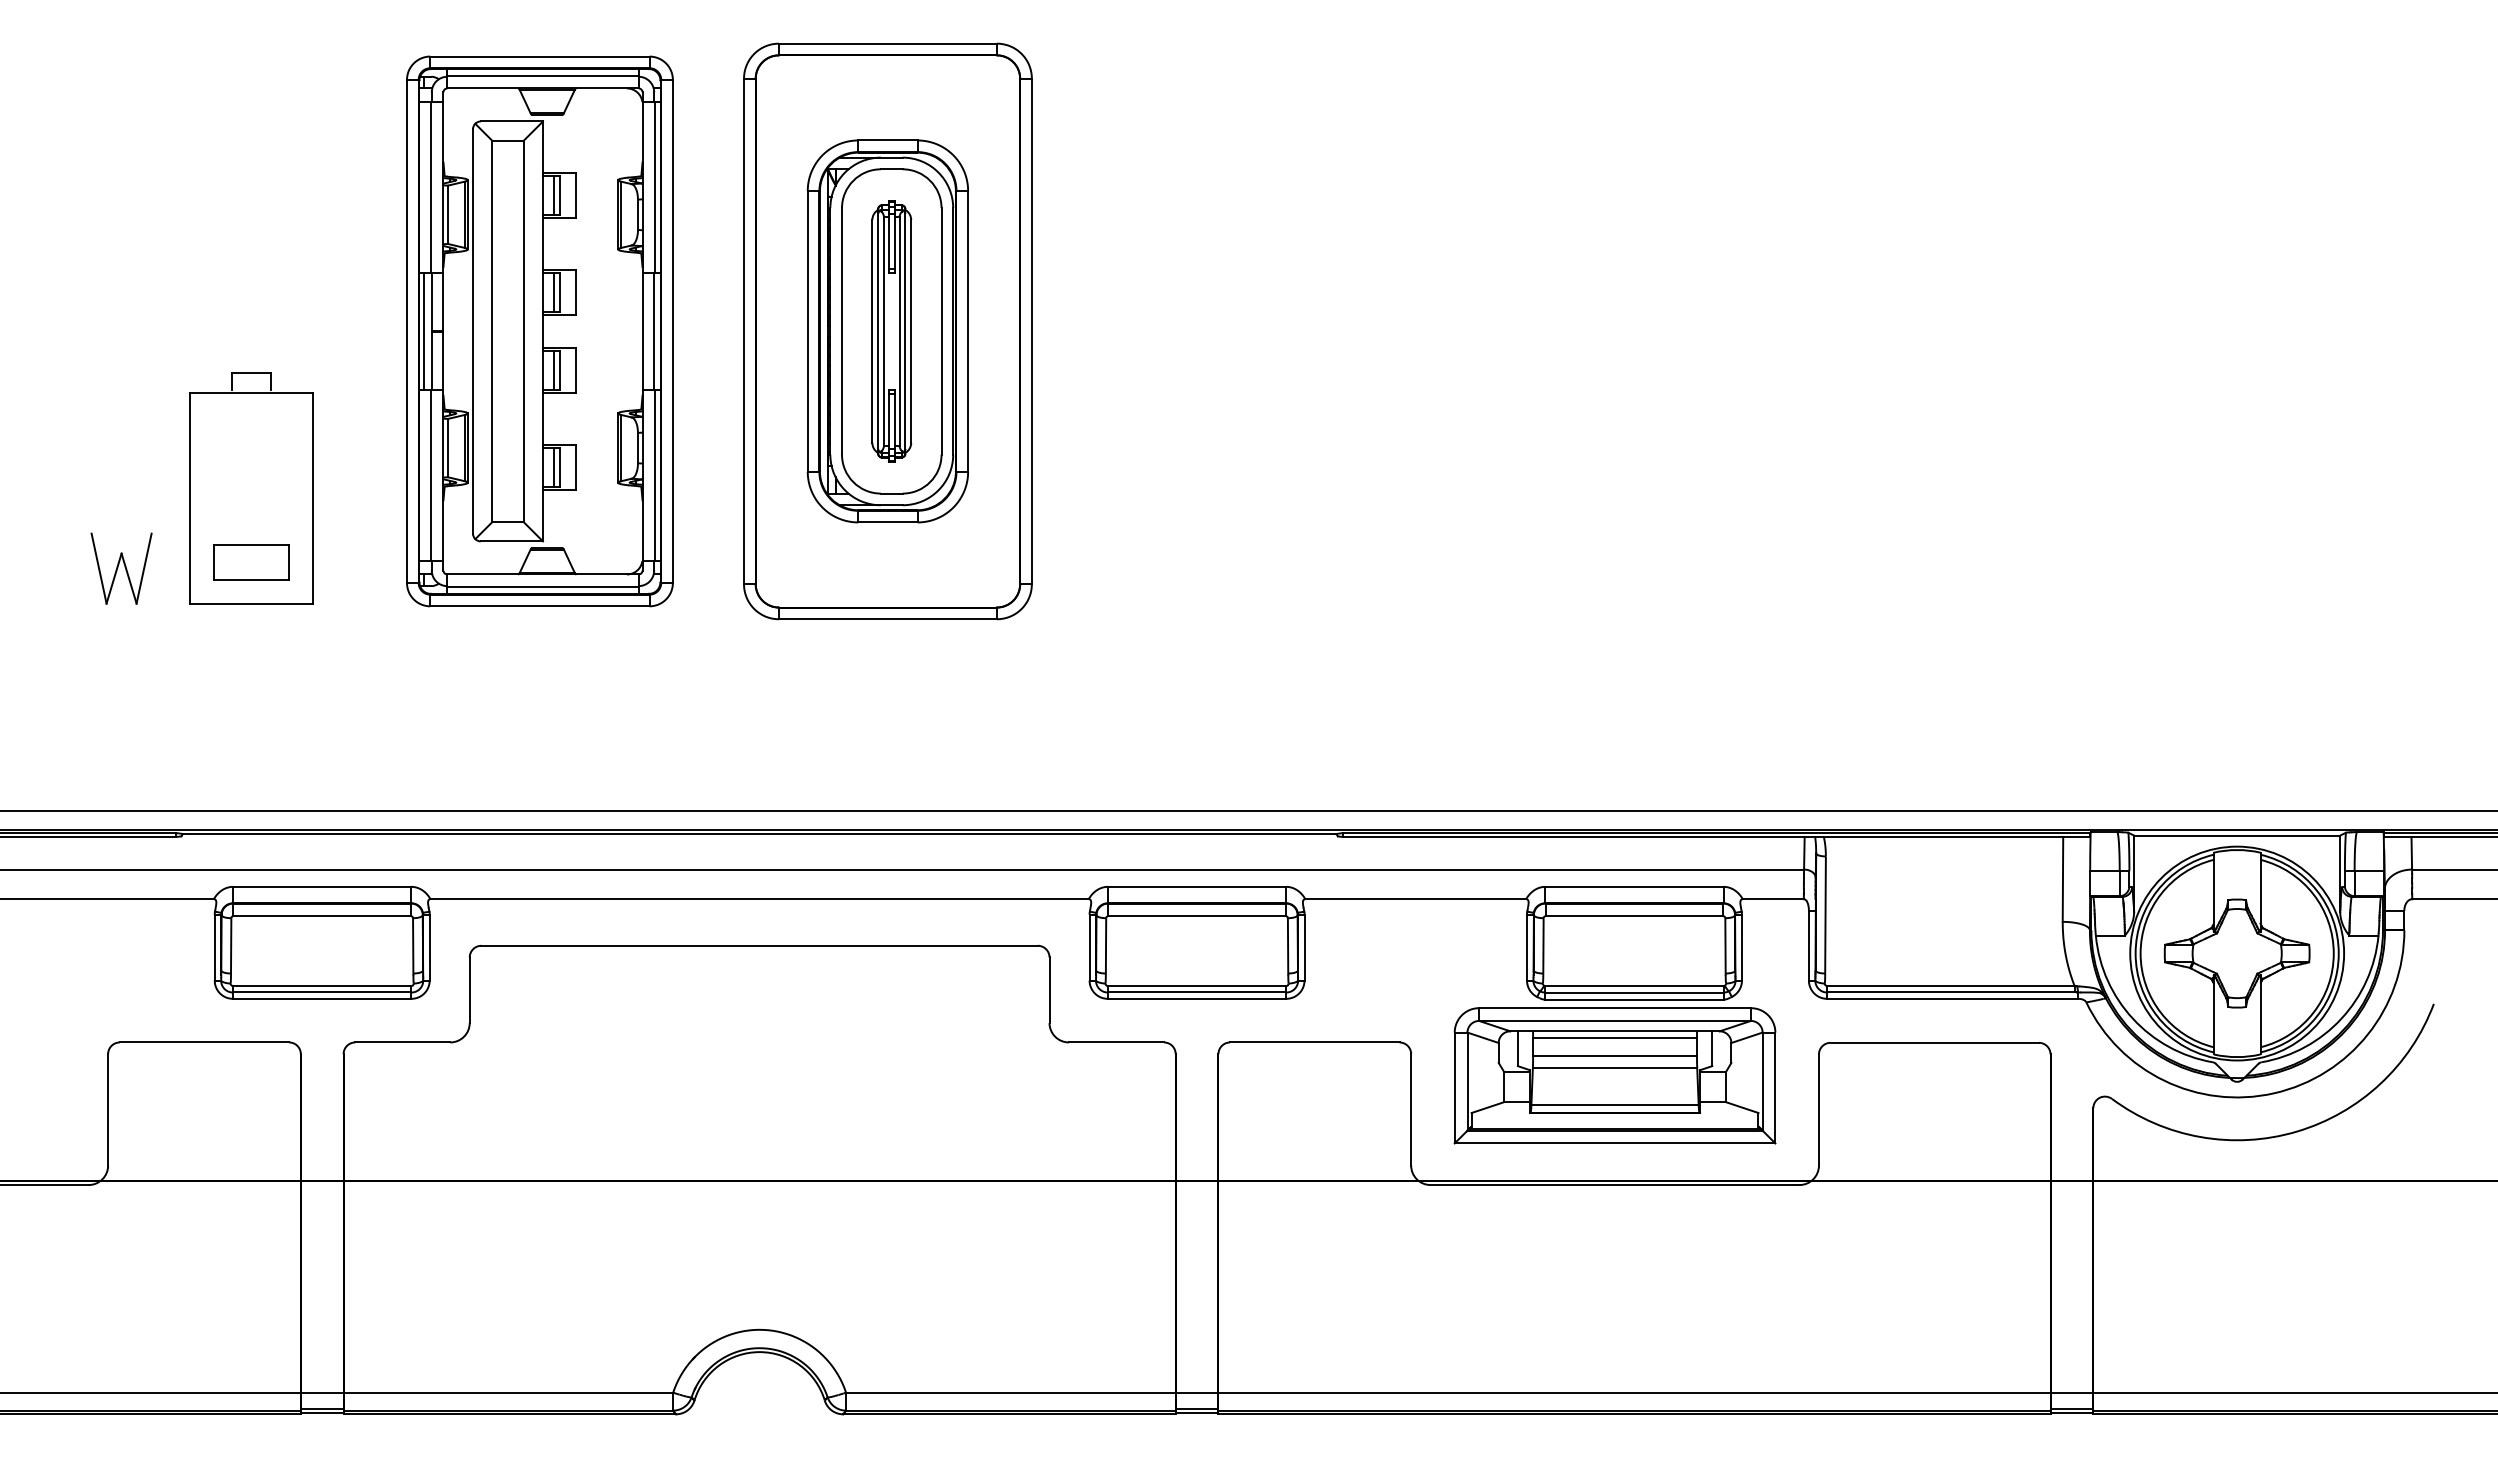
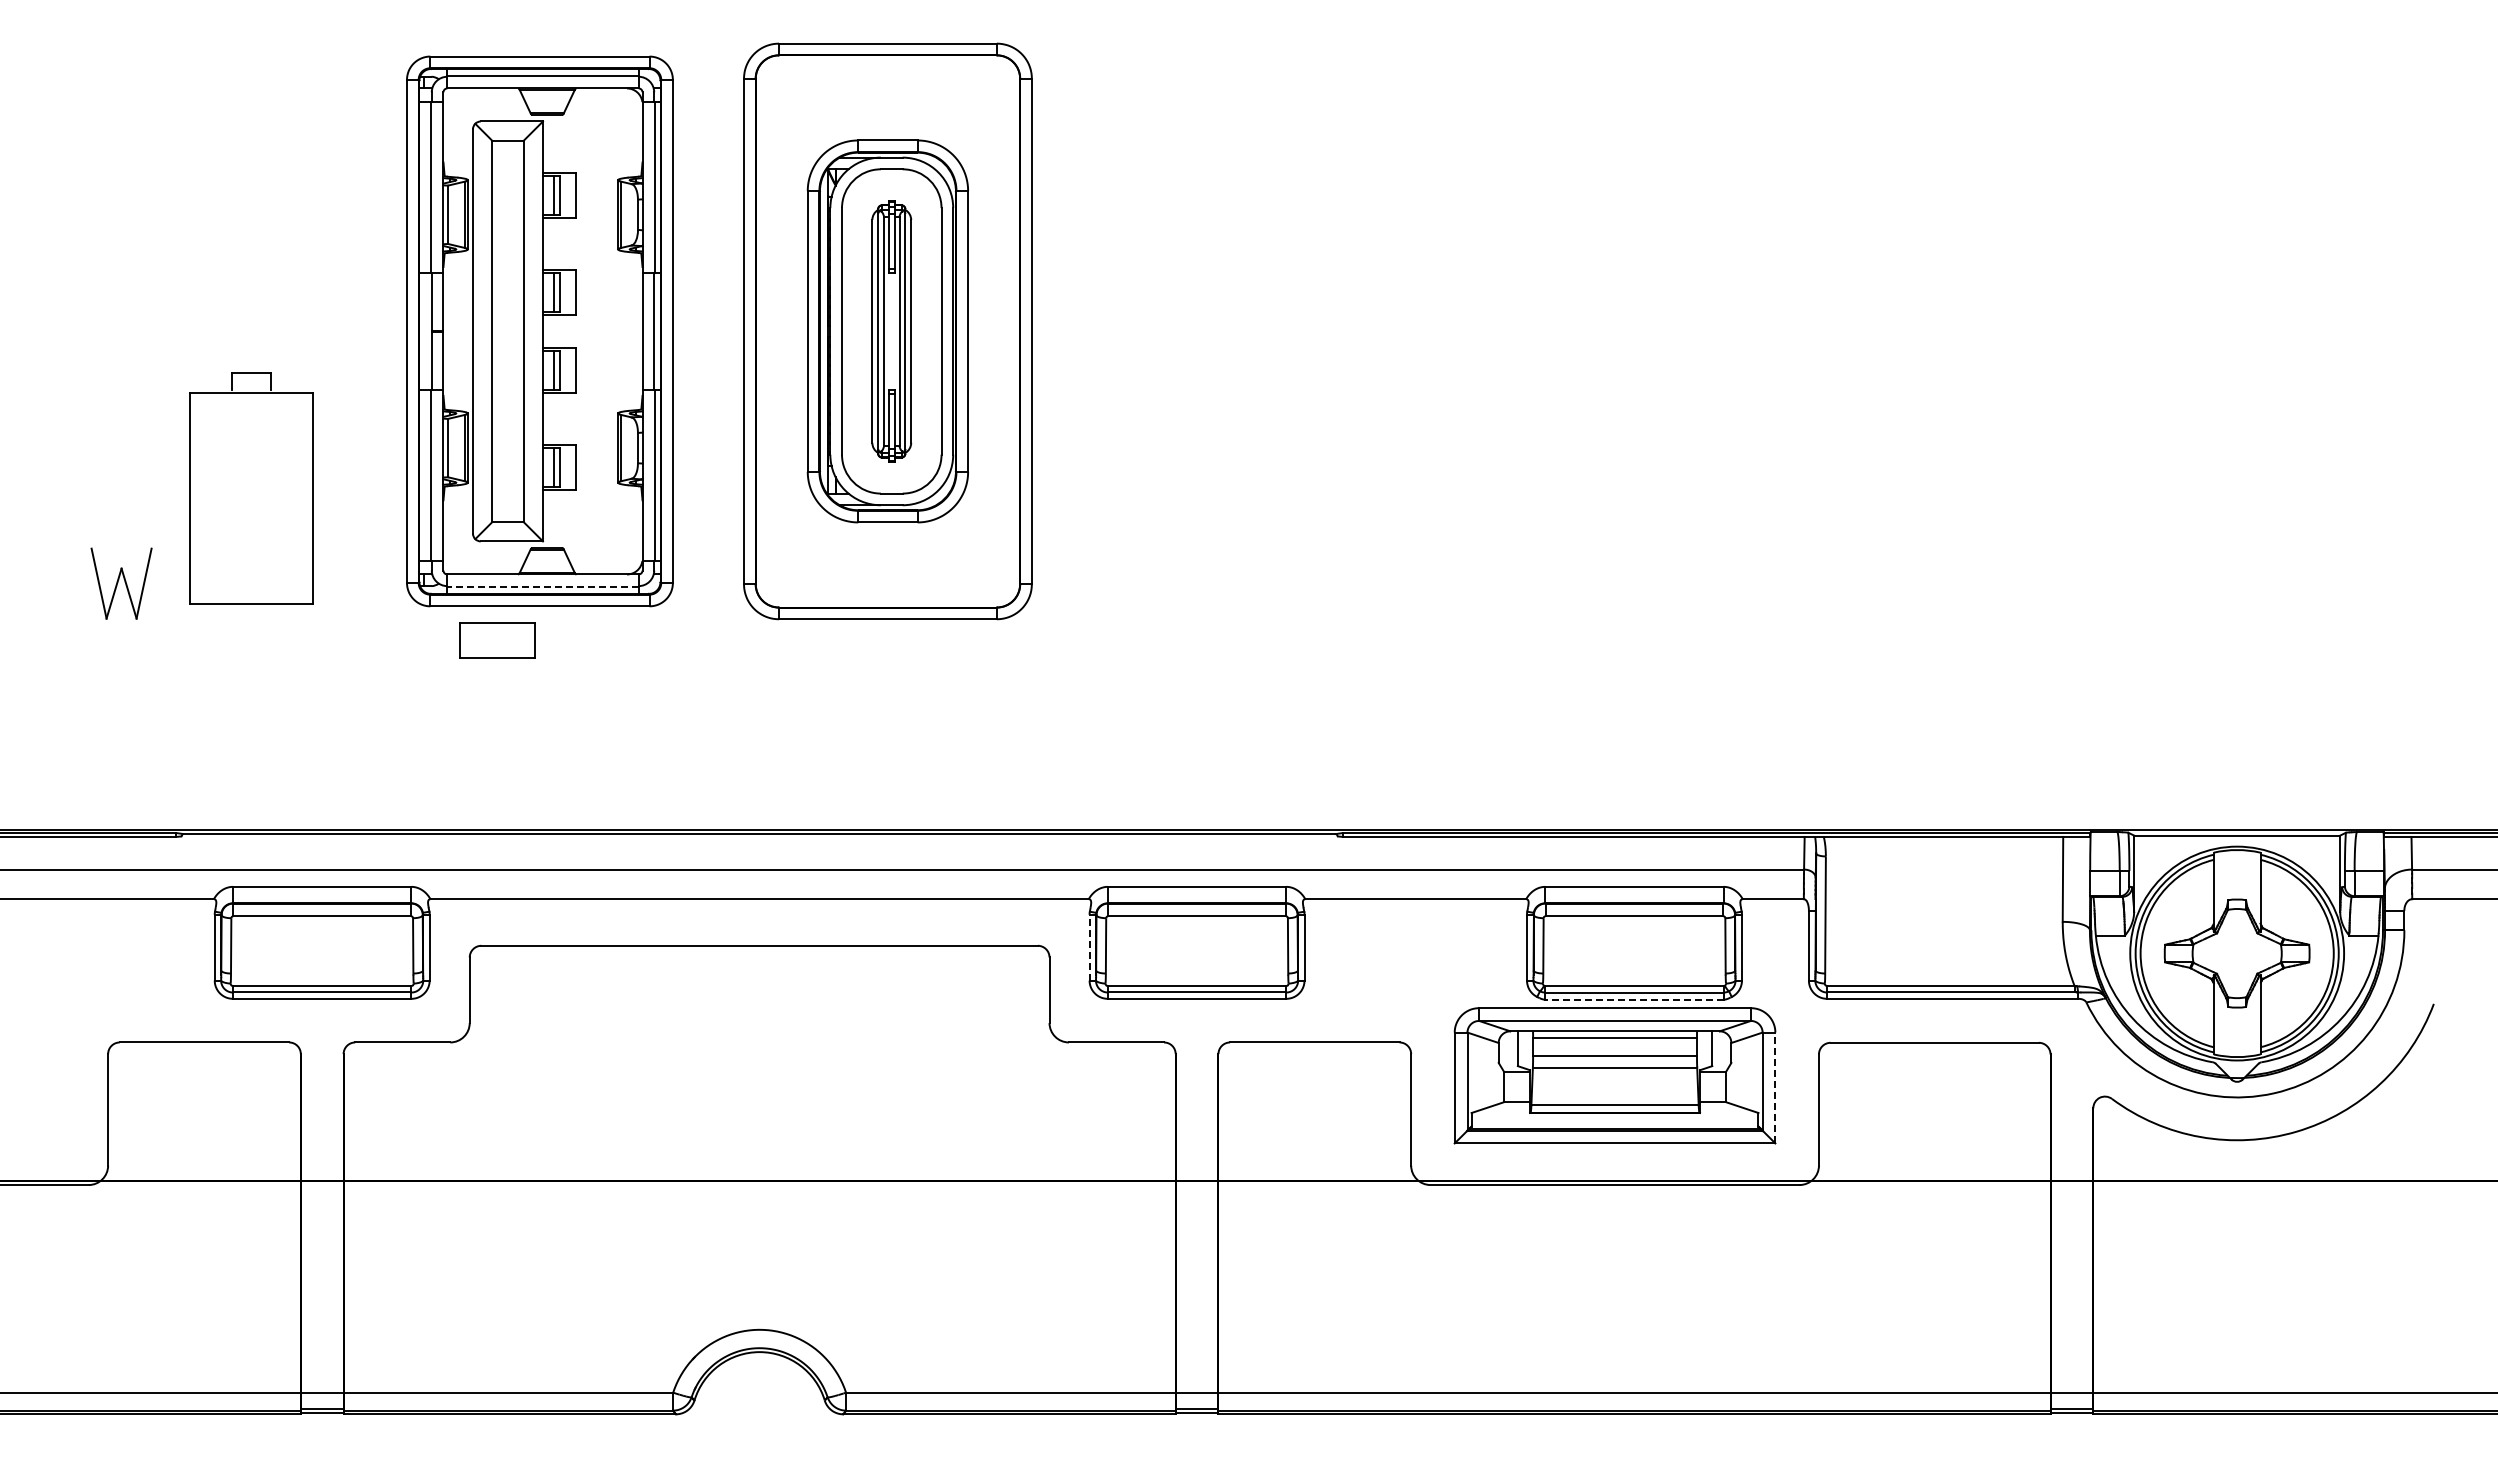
line at (424, 331): present -> none
part at (251, 562) position: (251, 562) -> (497, 640)
part at (121, 568) position: (121, 568) -> (121, 583)
line at (543, 586): solid -> dashed
line at (1248, 810): present -> none
line at (1089, 947): solid -> dashed
line at (1633, 999): solid -> dashed
line at (1775, 1087): solid -> dashed
